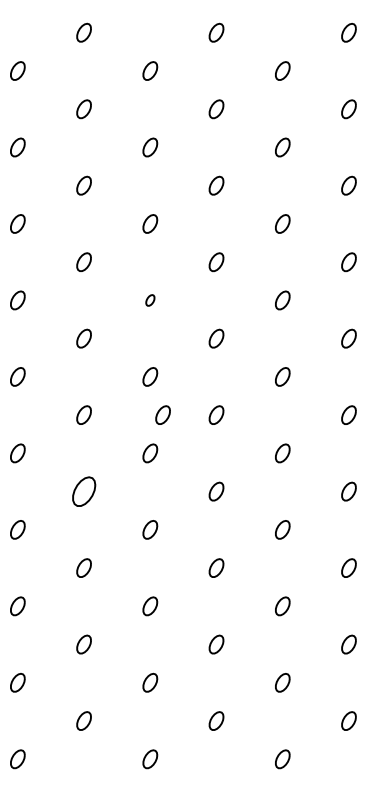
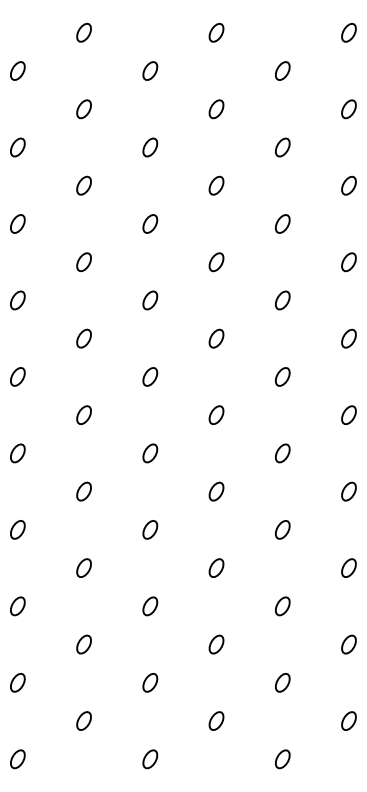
part at (150, 300) size: 11x13 px -> 17x21 px
part at (162, 414): present -> none
part at (84, 491) size: 25x31 px -> 16x21 px
